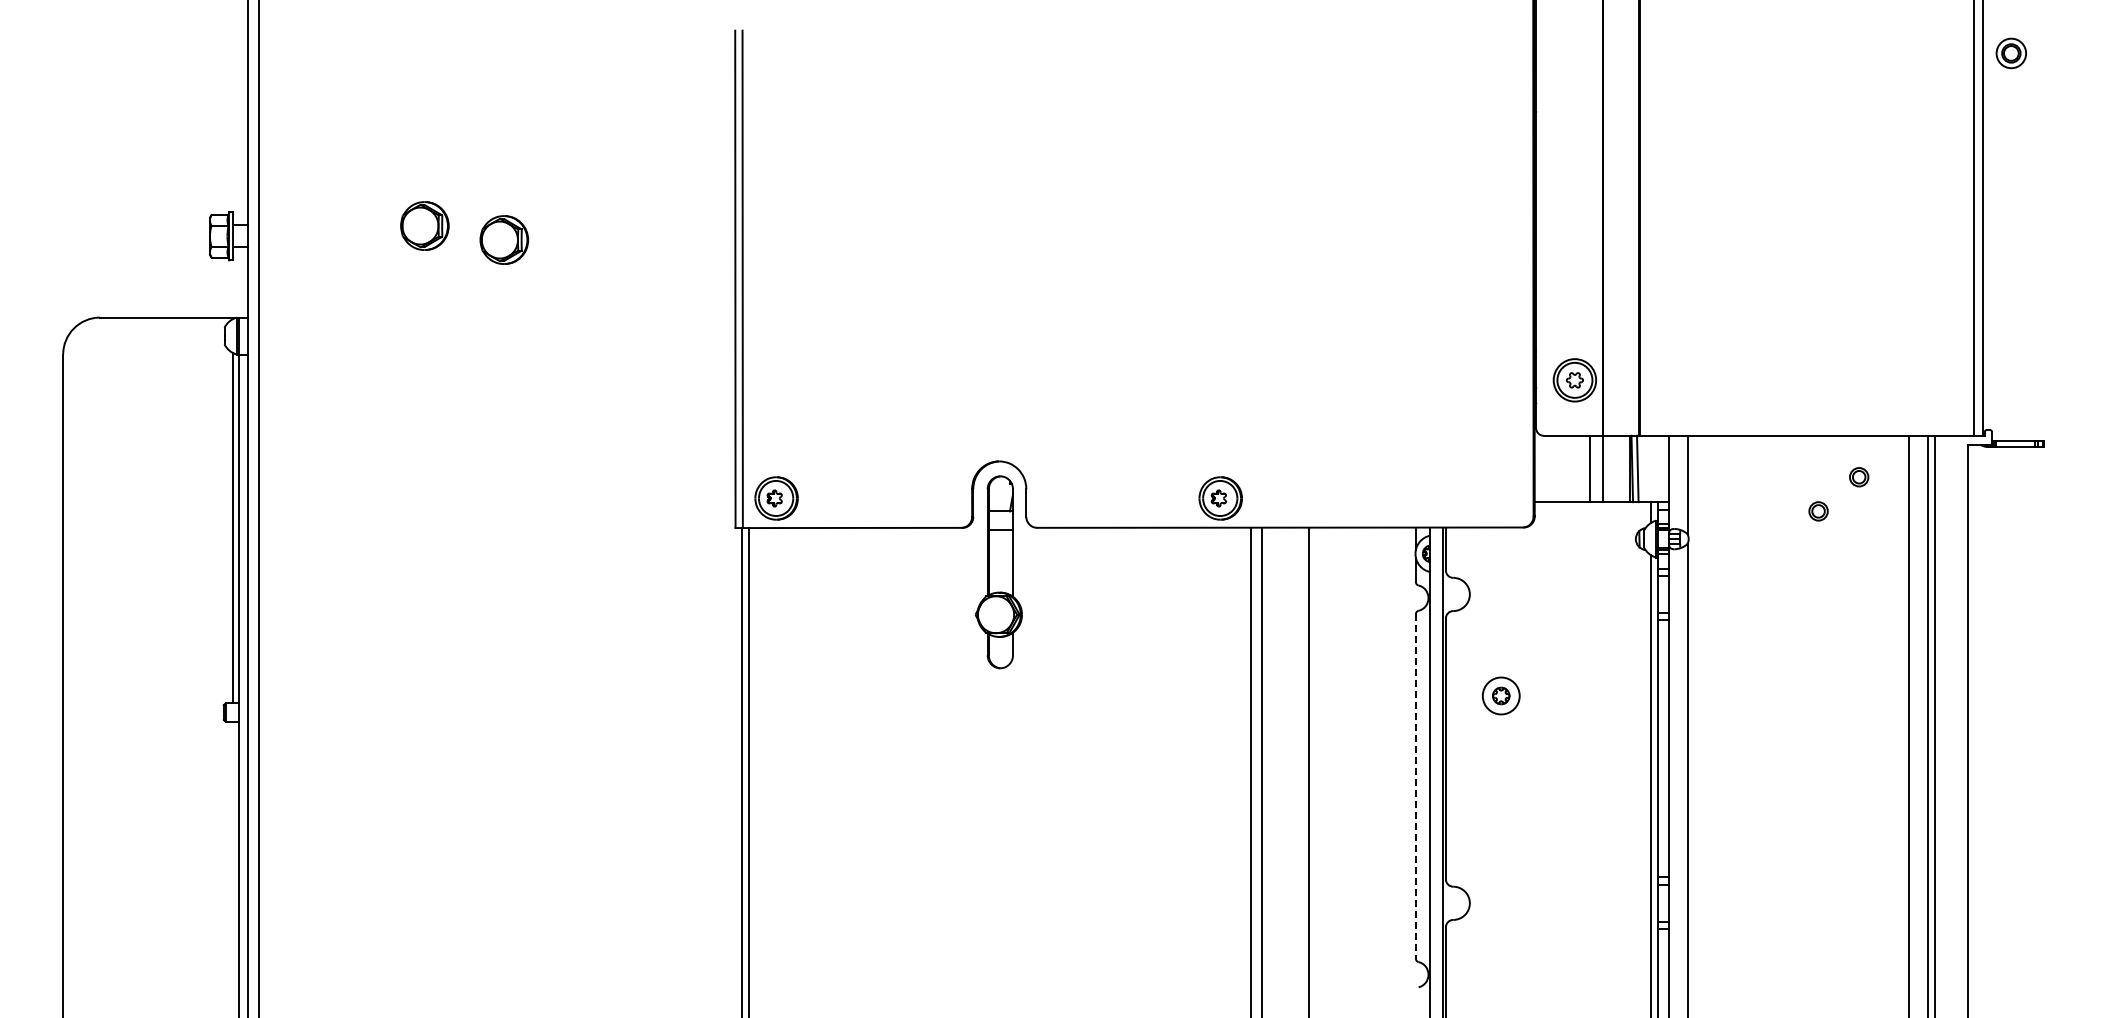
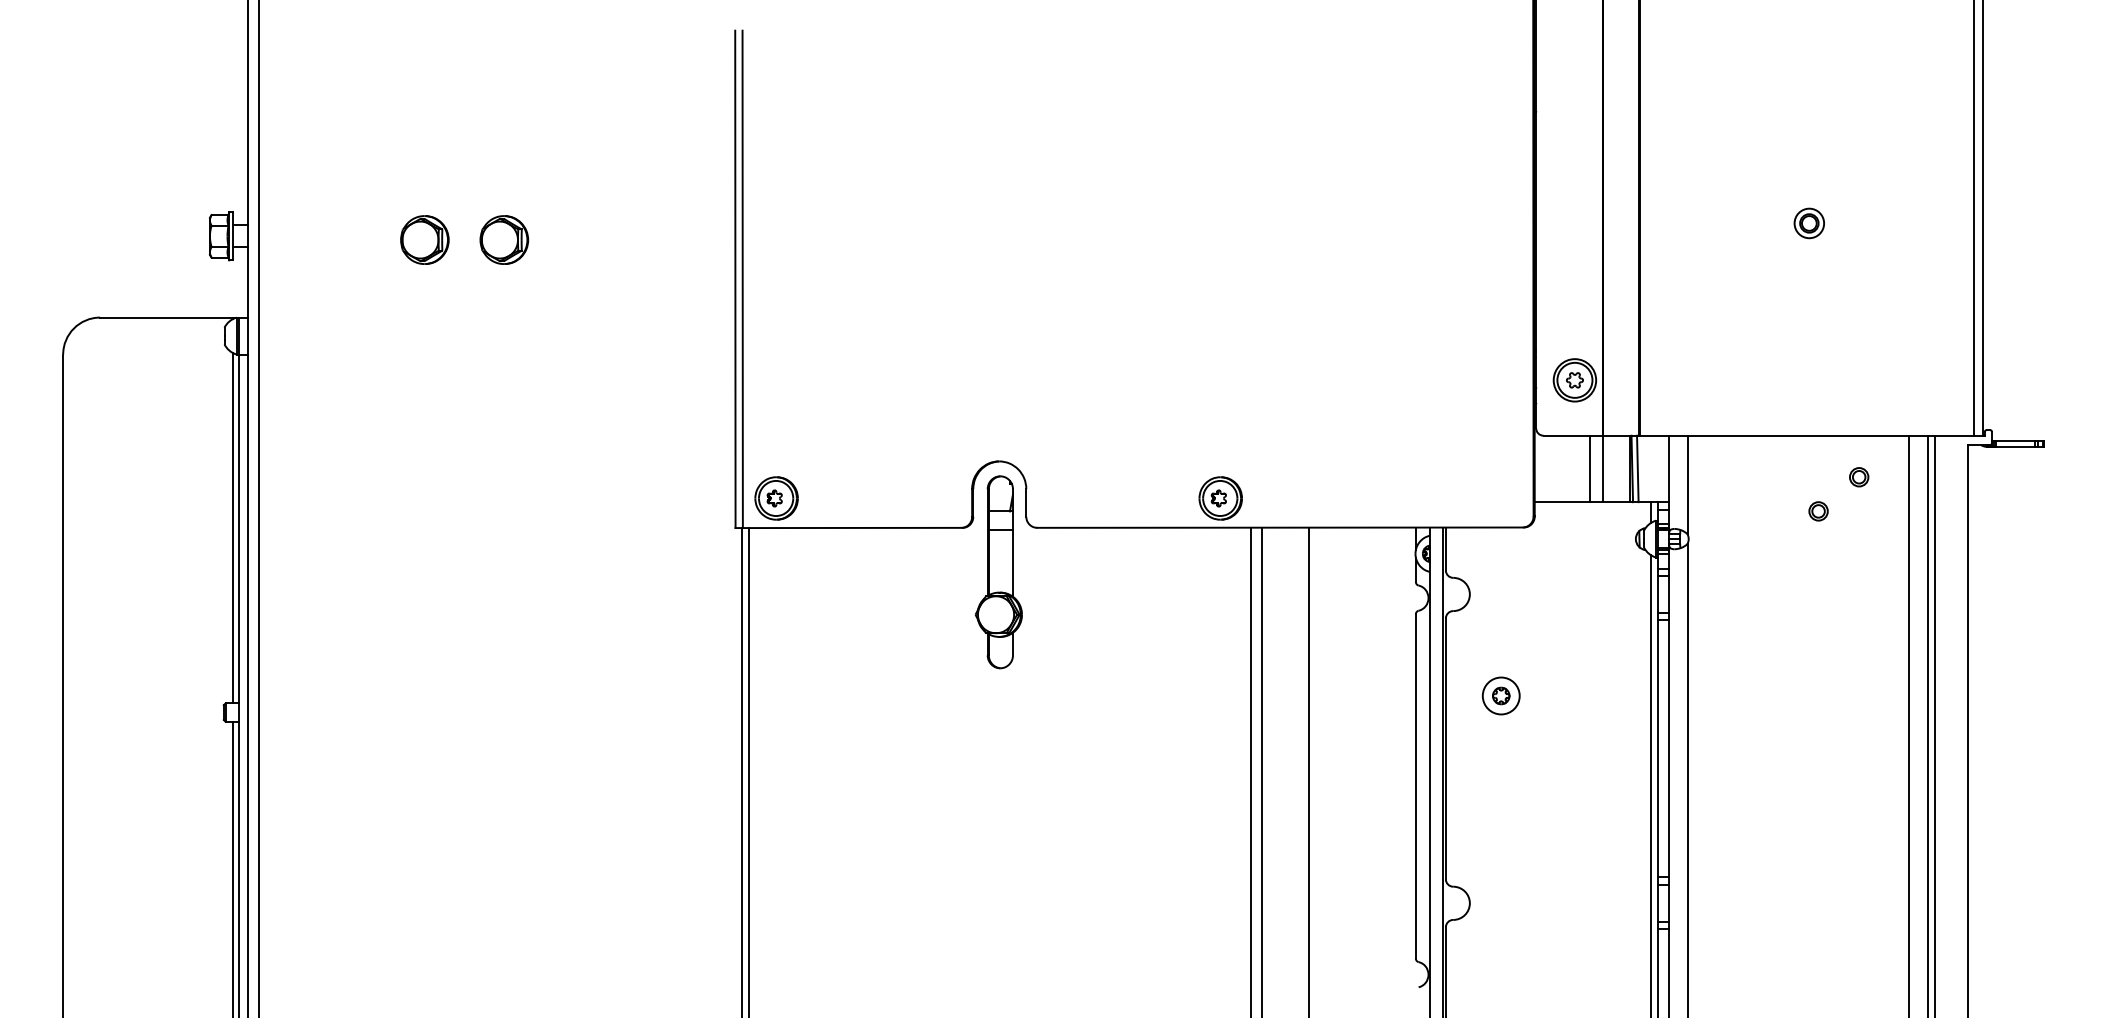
part at (2010, 53) position: (2010, 53) -> (1808, 223)
part at (424, 225) position: (424, 225) -> (424, 239)
line at (1415, 786): dashed -> solid
line at (233, 867): none -> present
